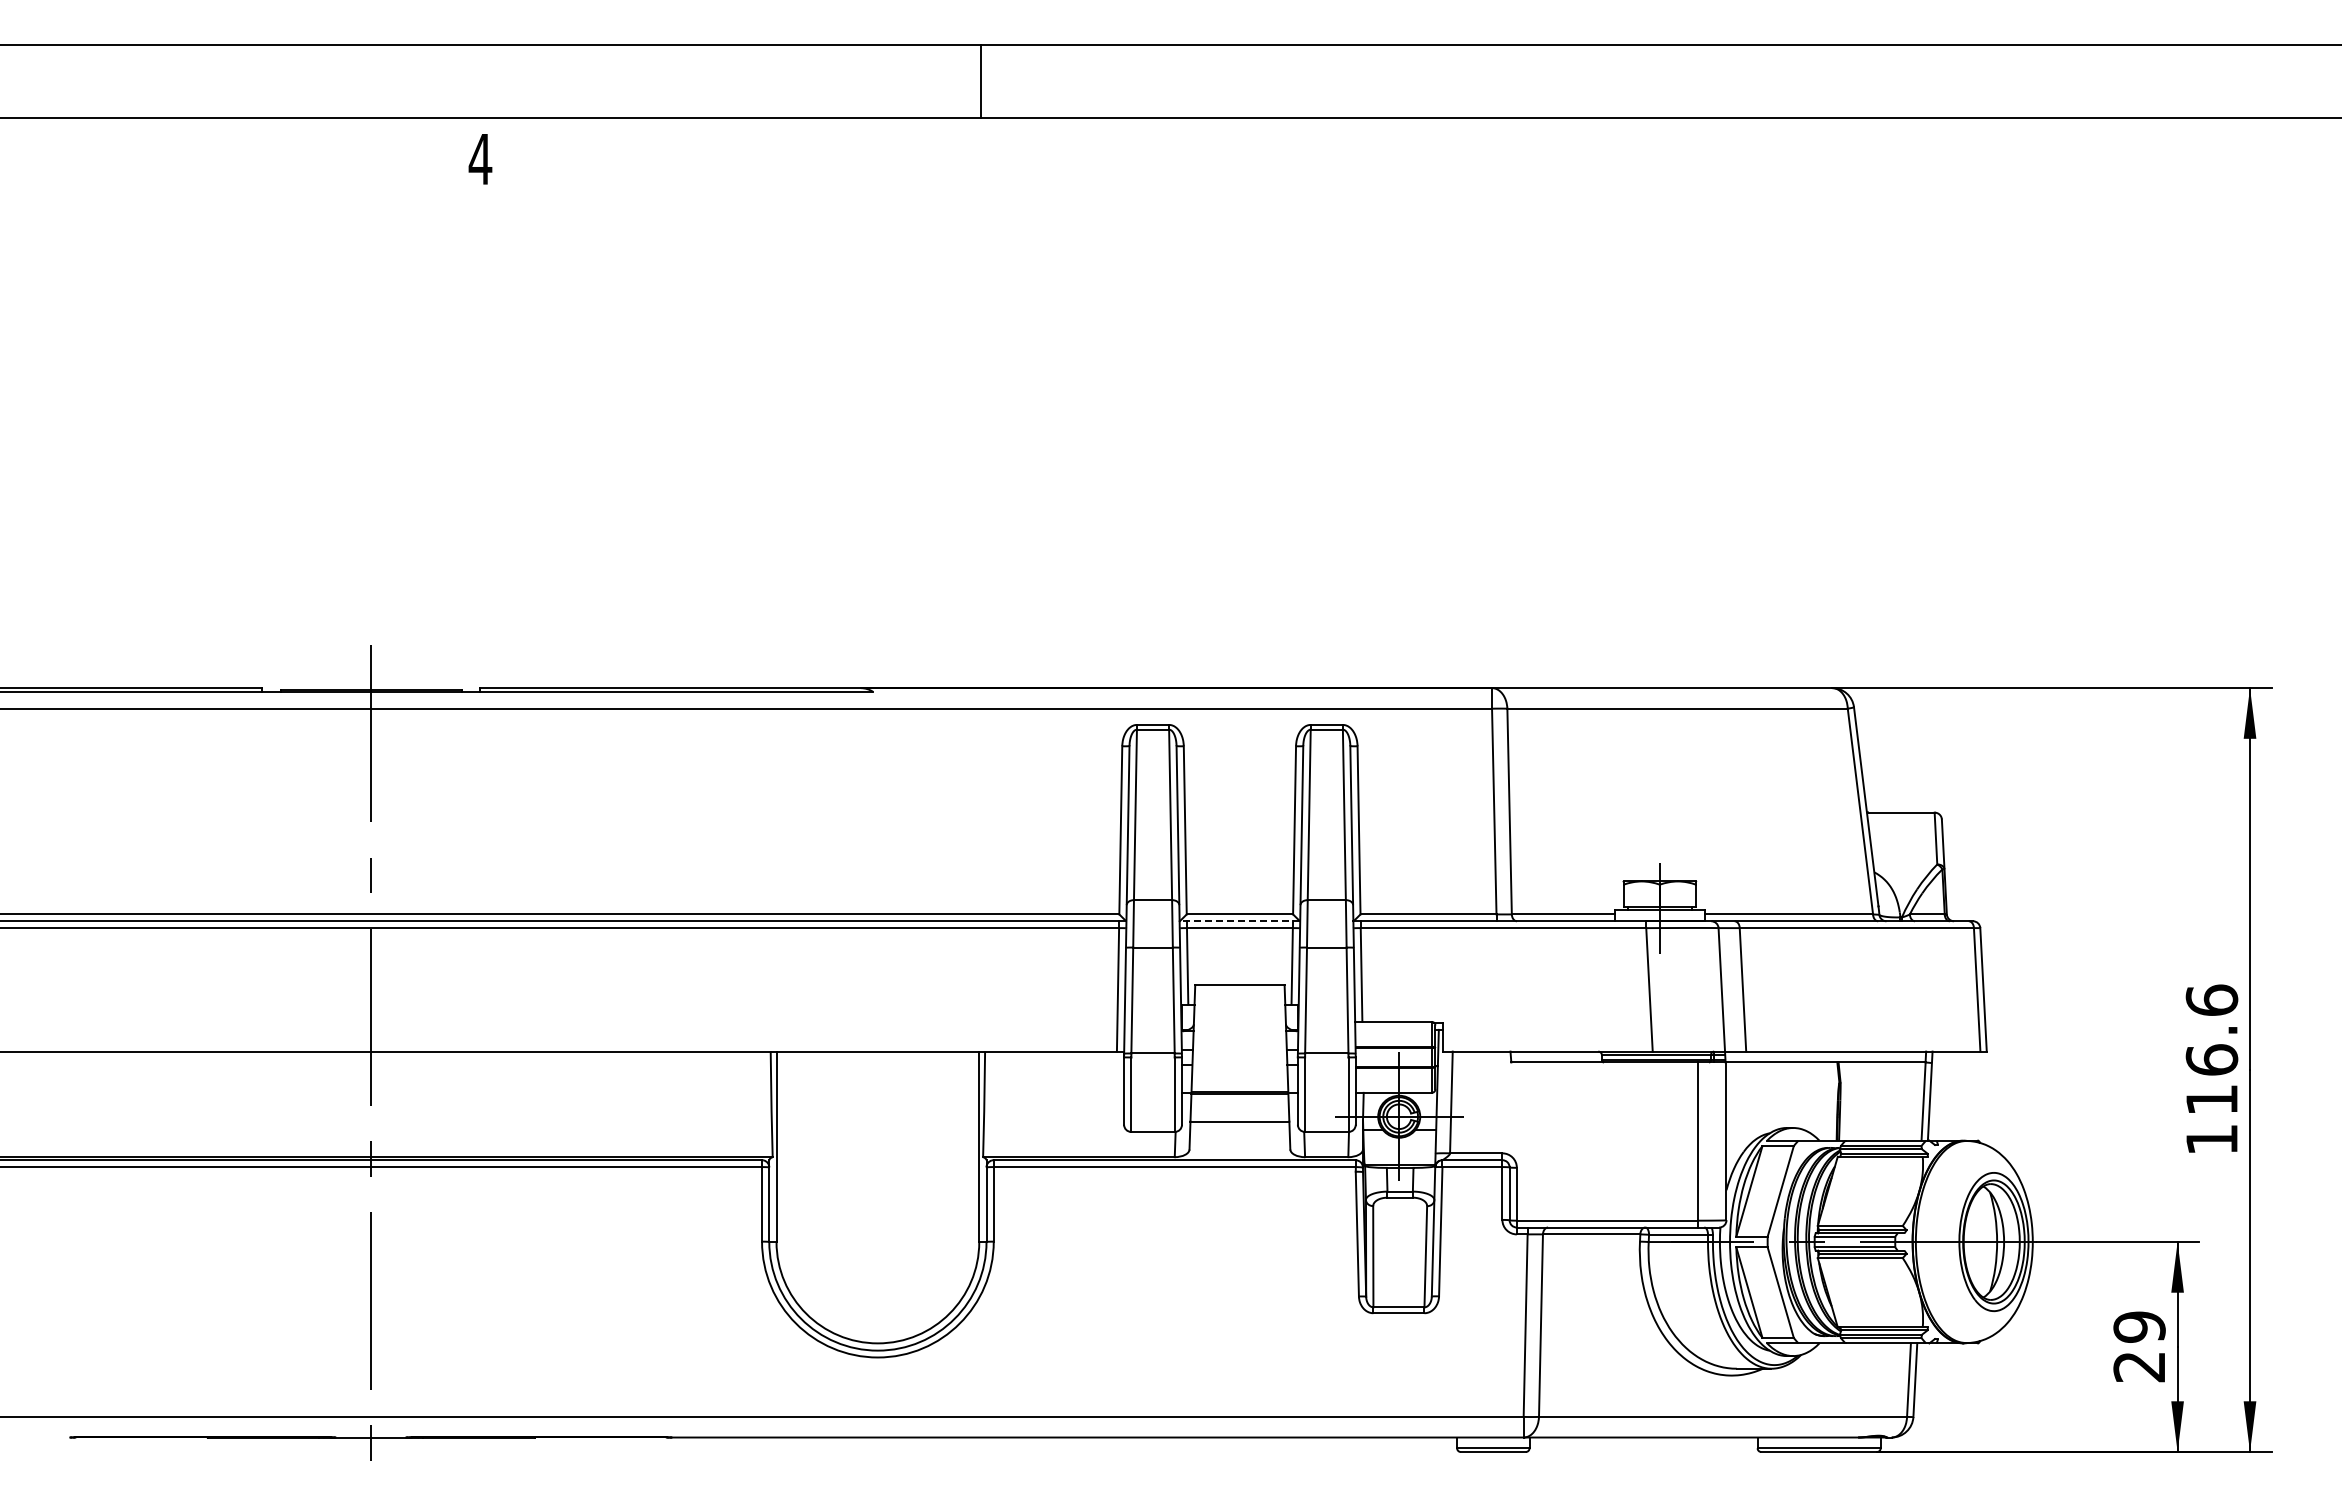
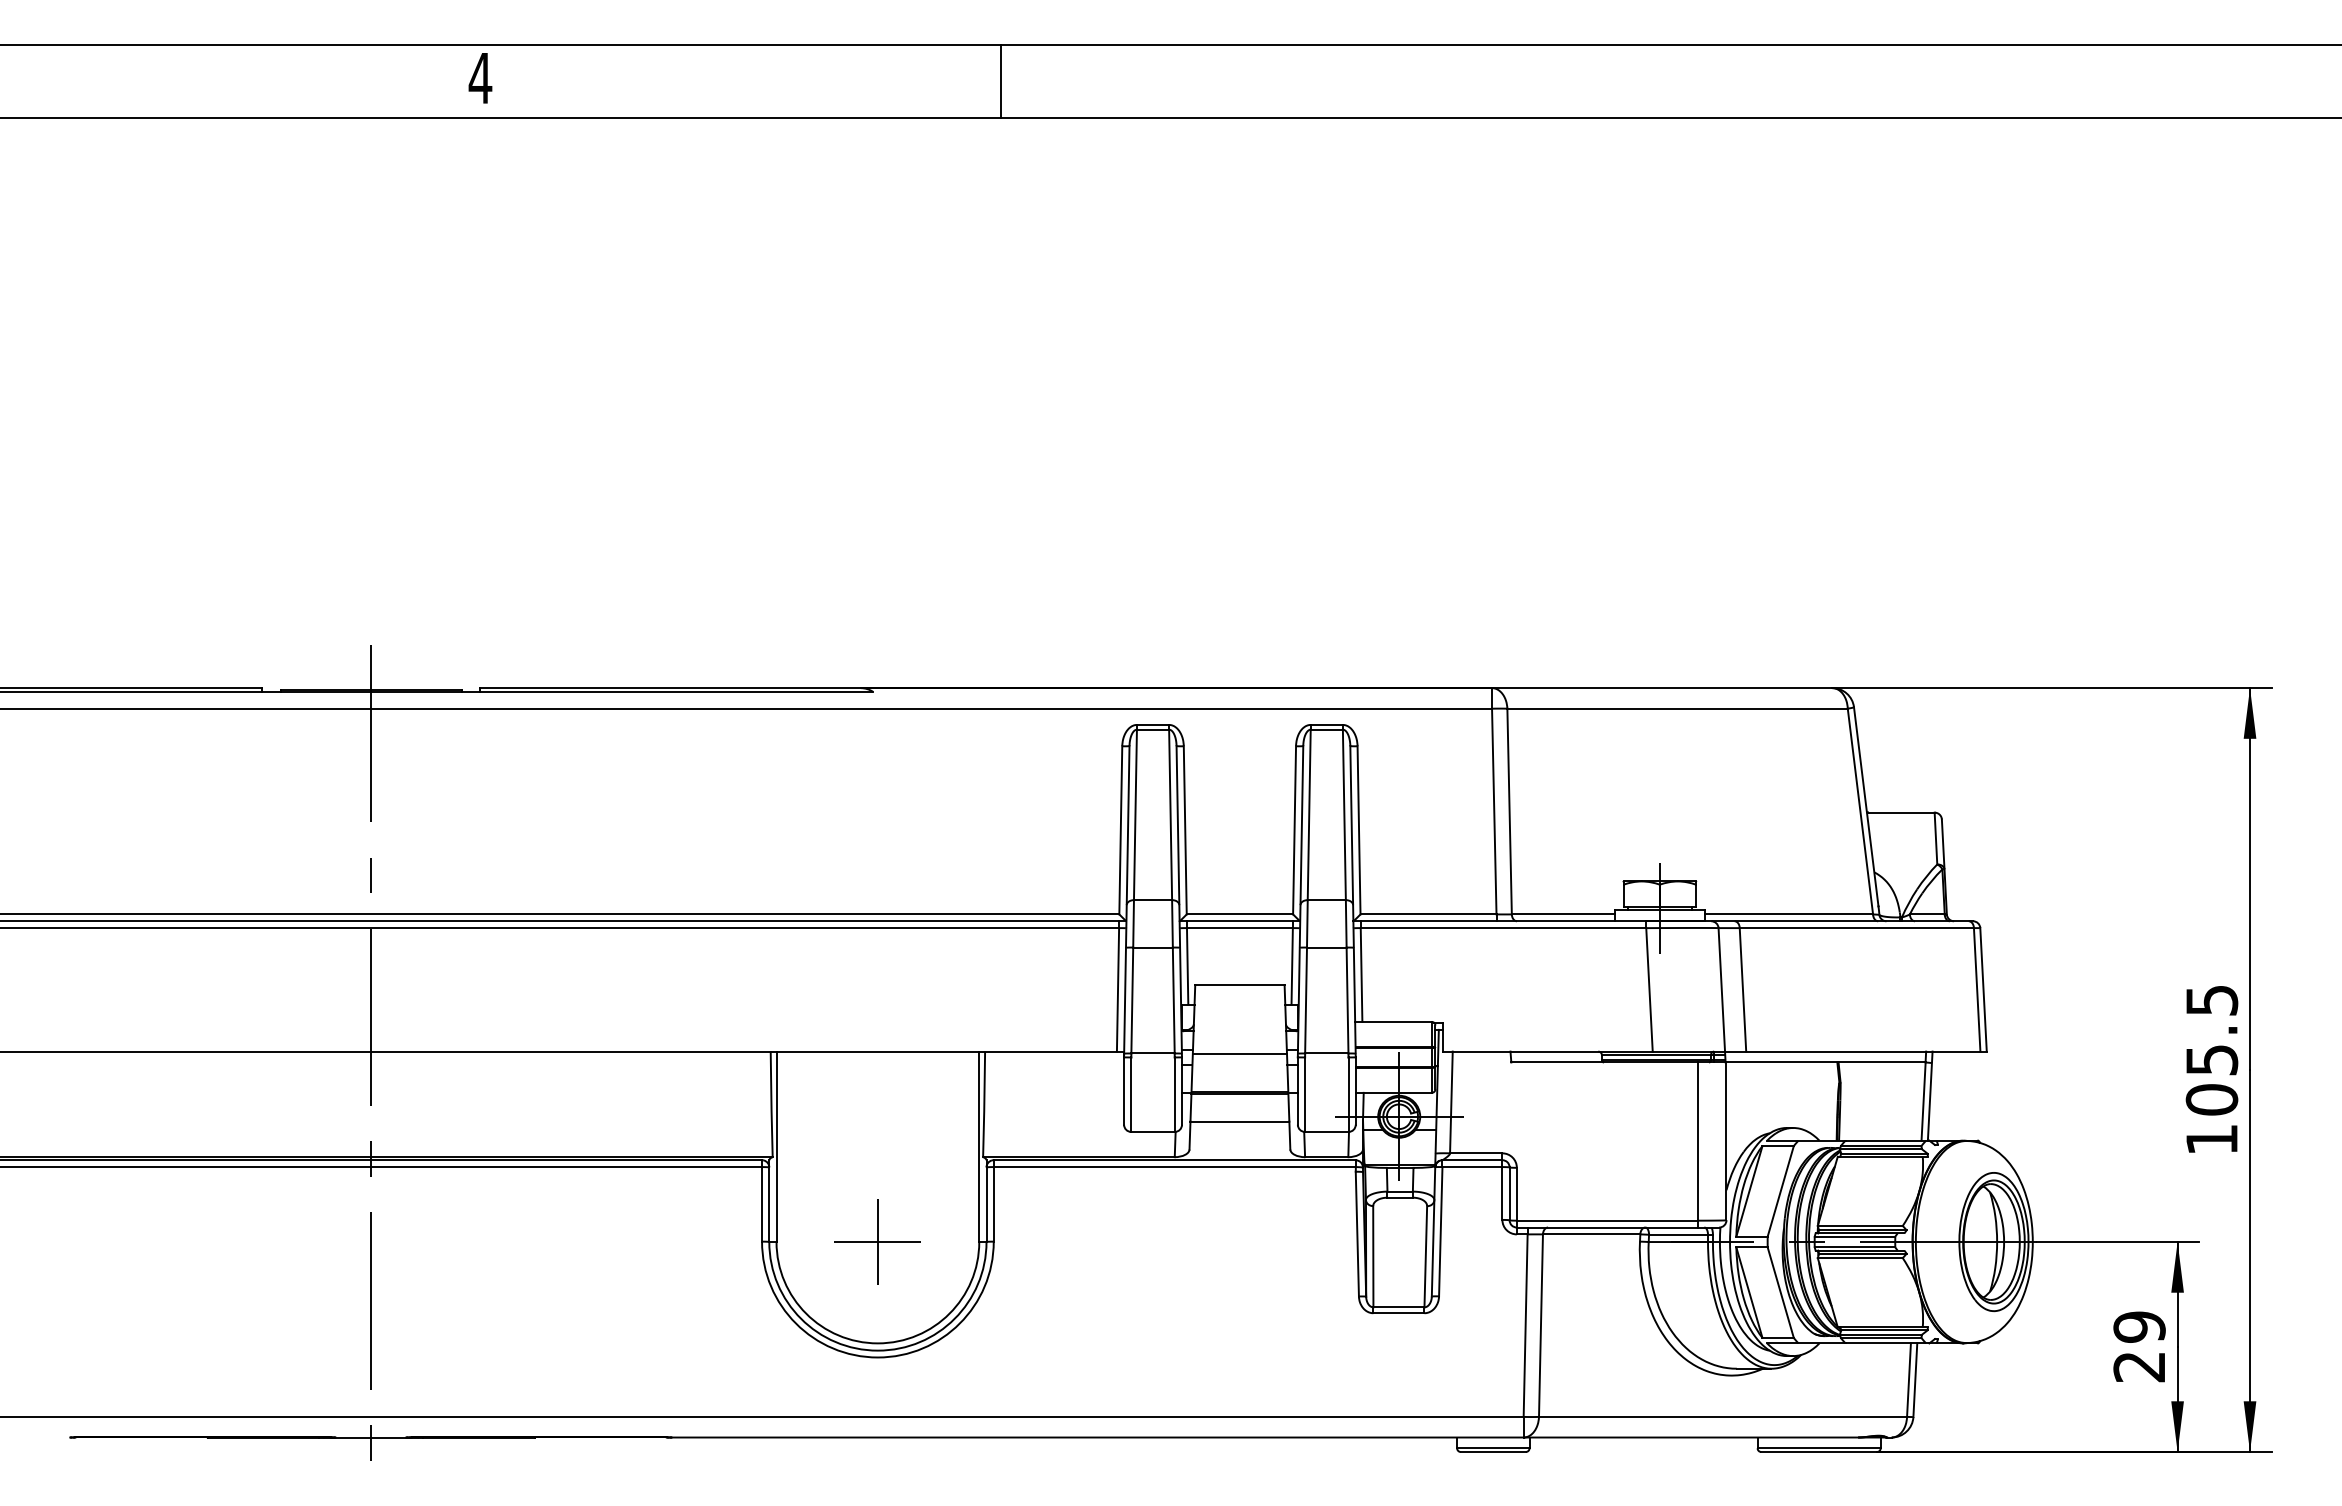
line at (980, 81) position: (980, 81) -> (1000, 81)
text at (480, 159) position: (480, 159) -> (480, 78)
line at (1239, 921): dashed -> solid
text at (2211, 1049): 116.6 -> 105.5
line at (1239, 1053): none -> present
part at (877, 1241): none -> present
